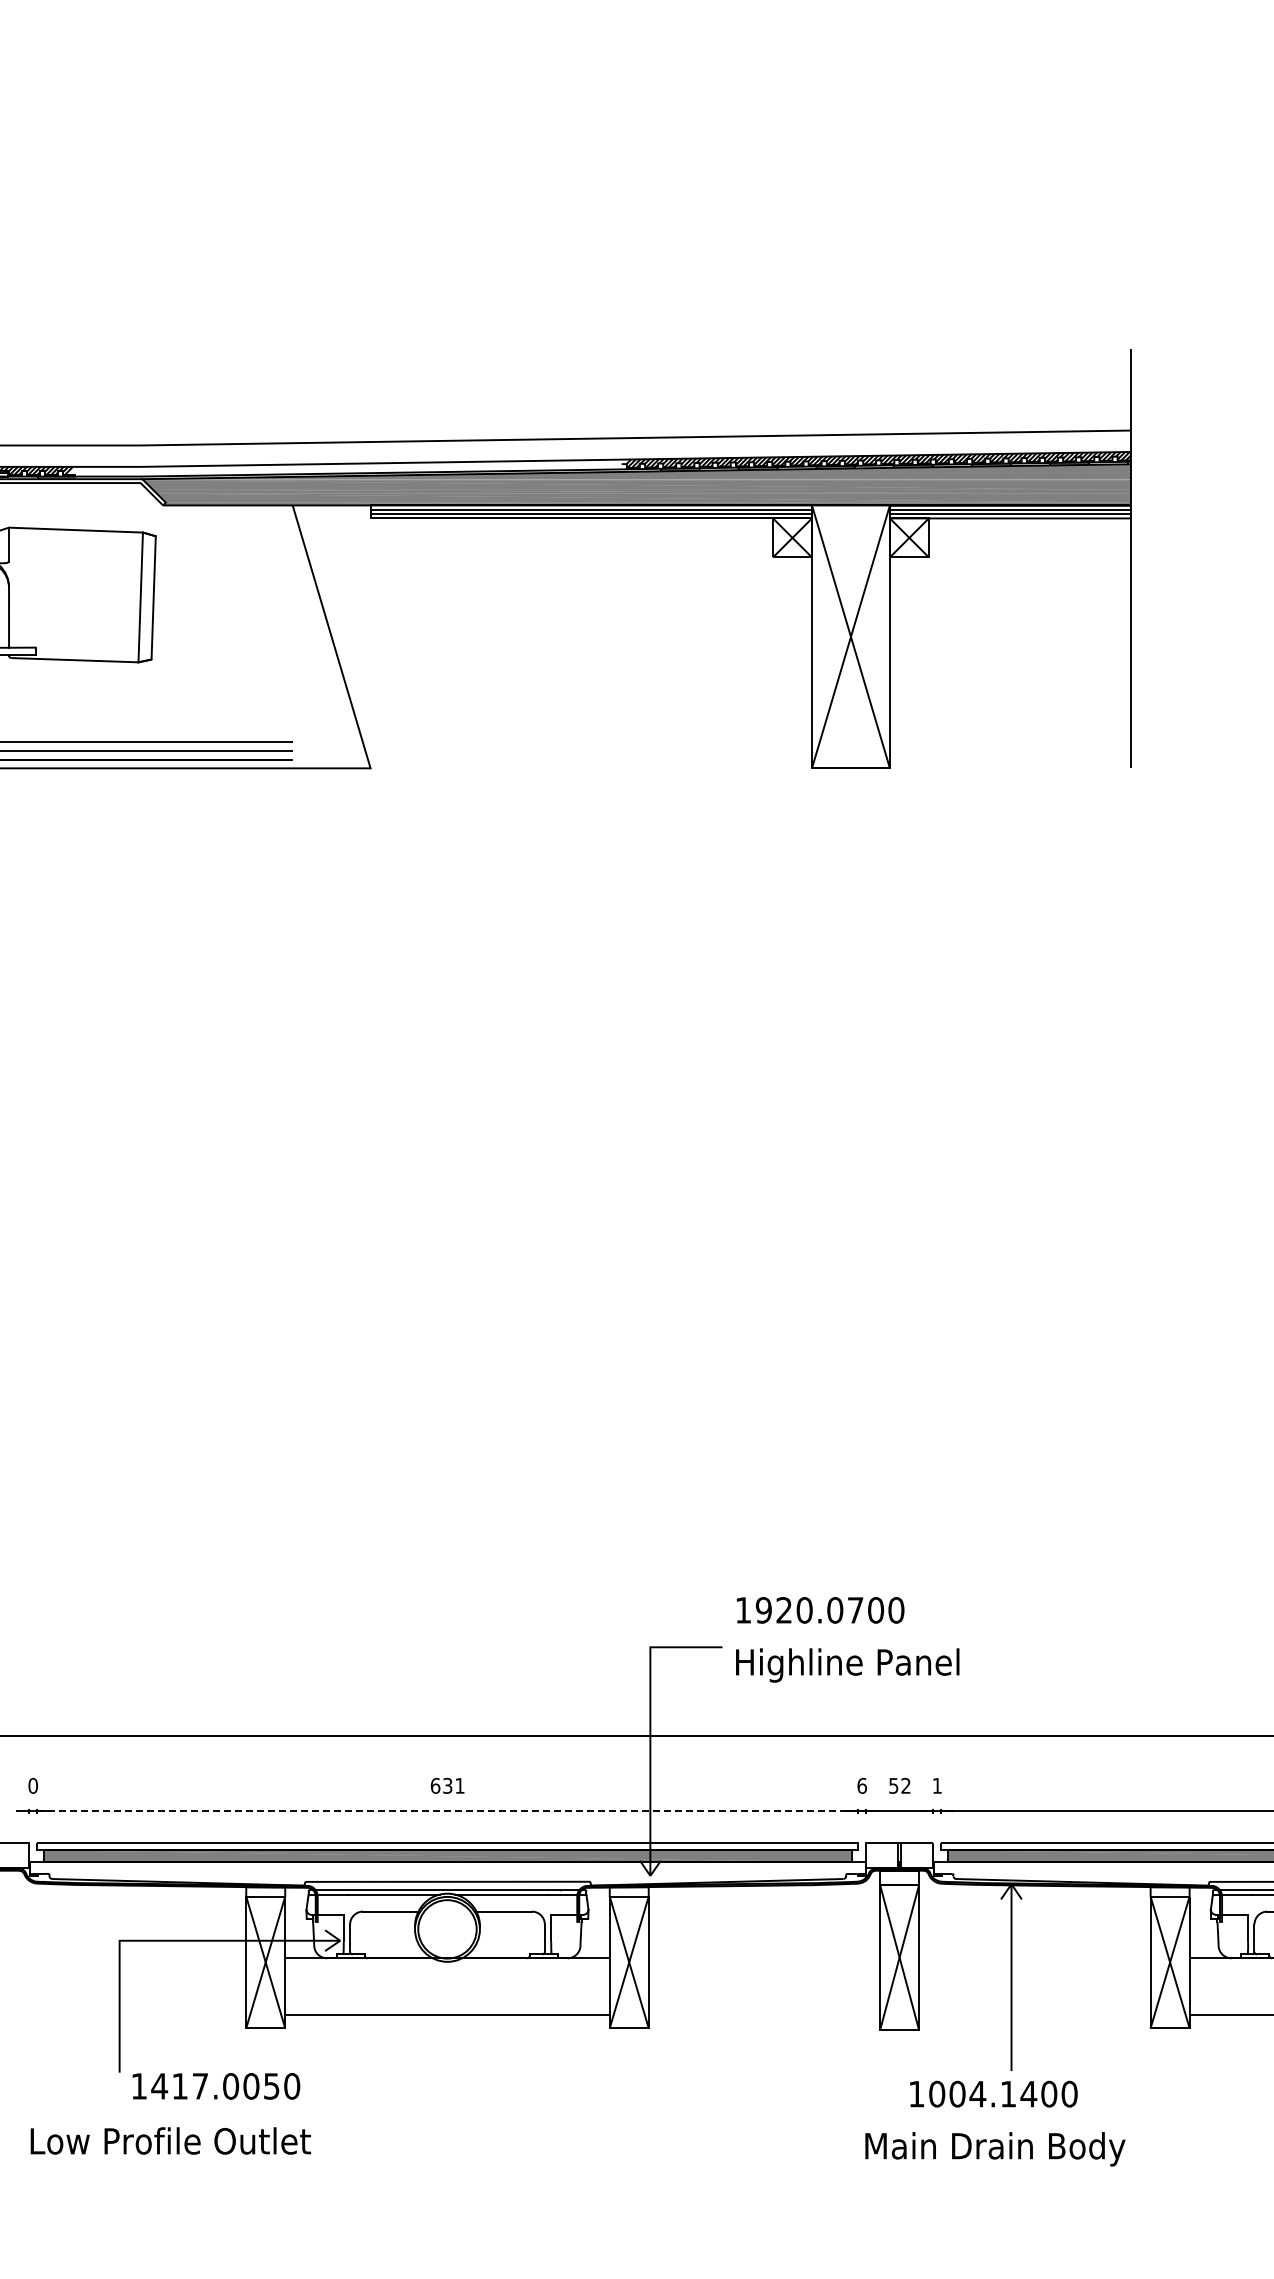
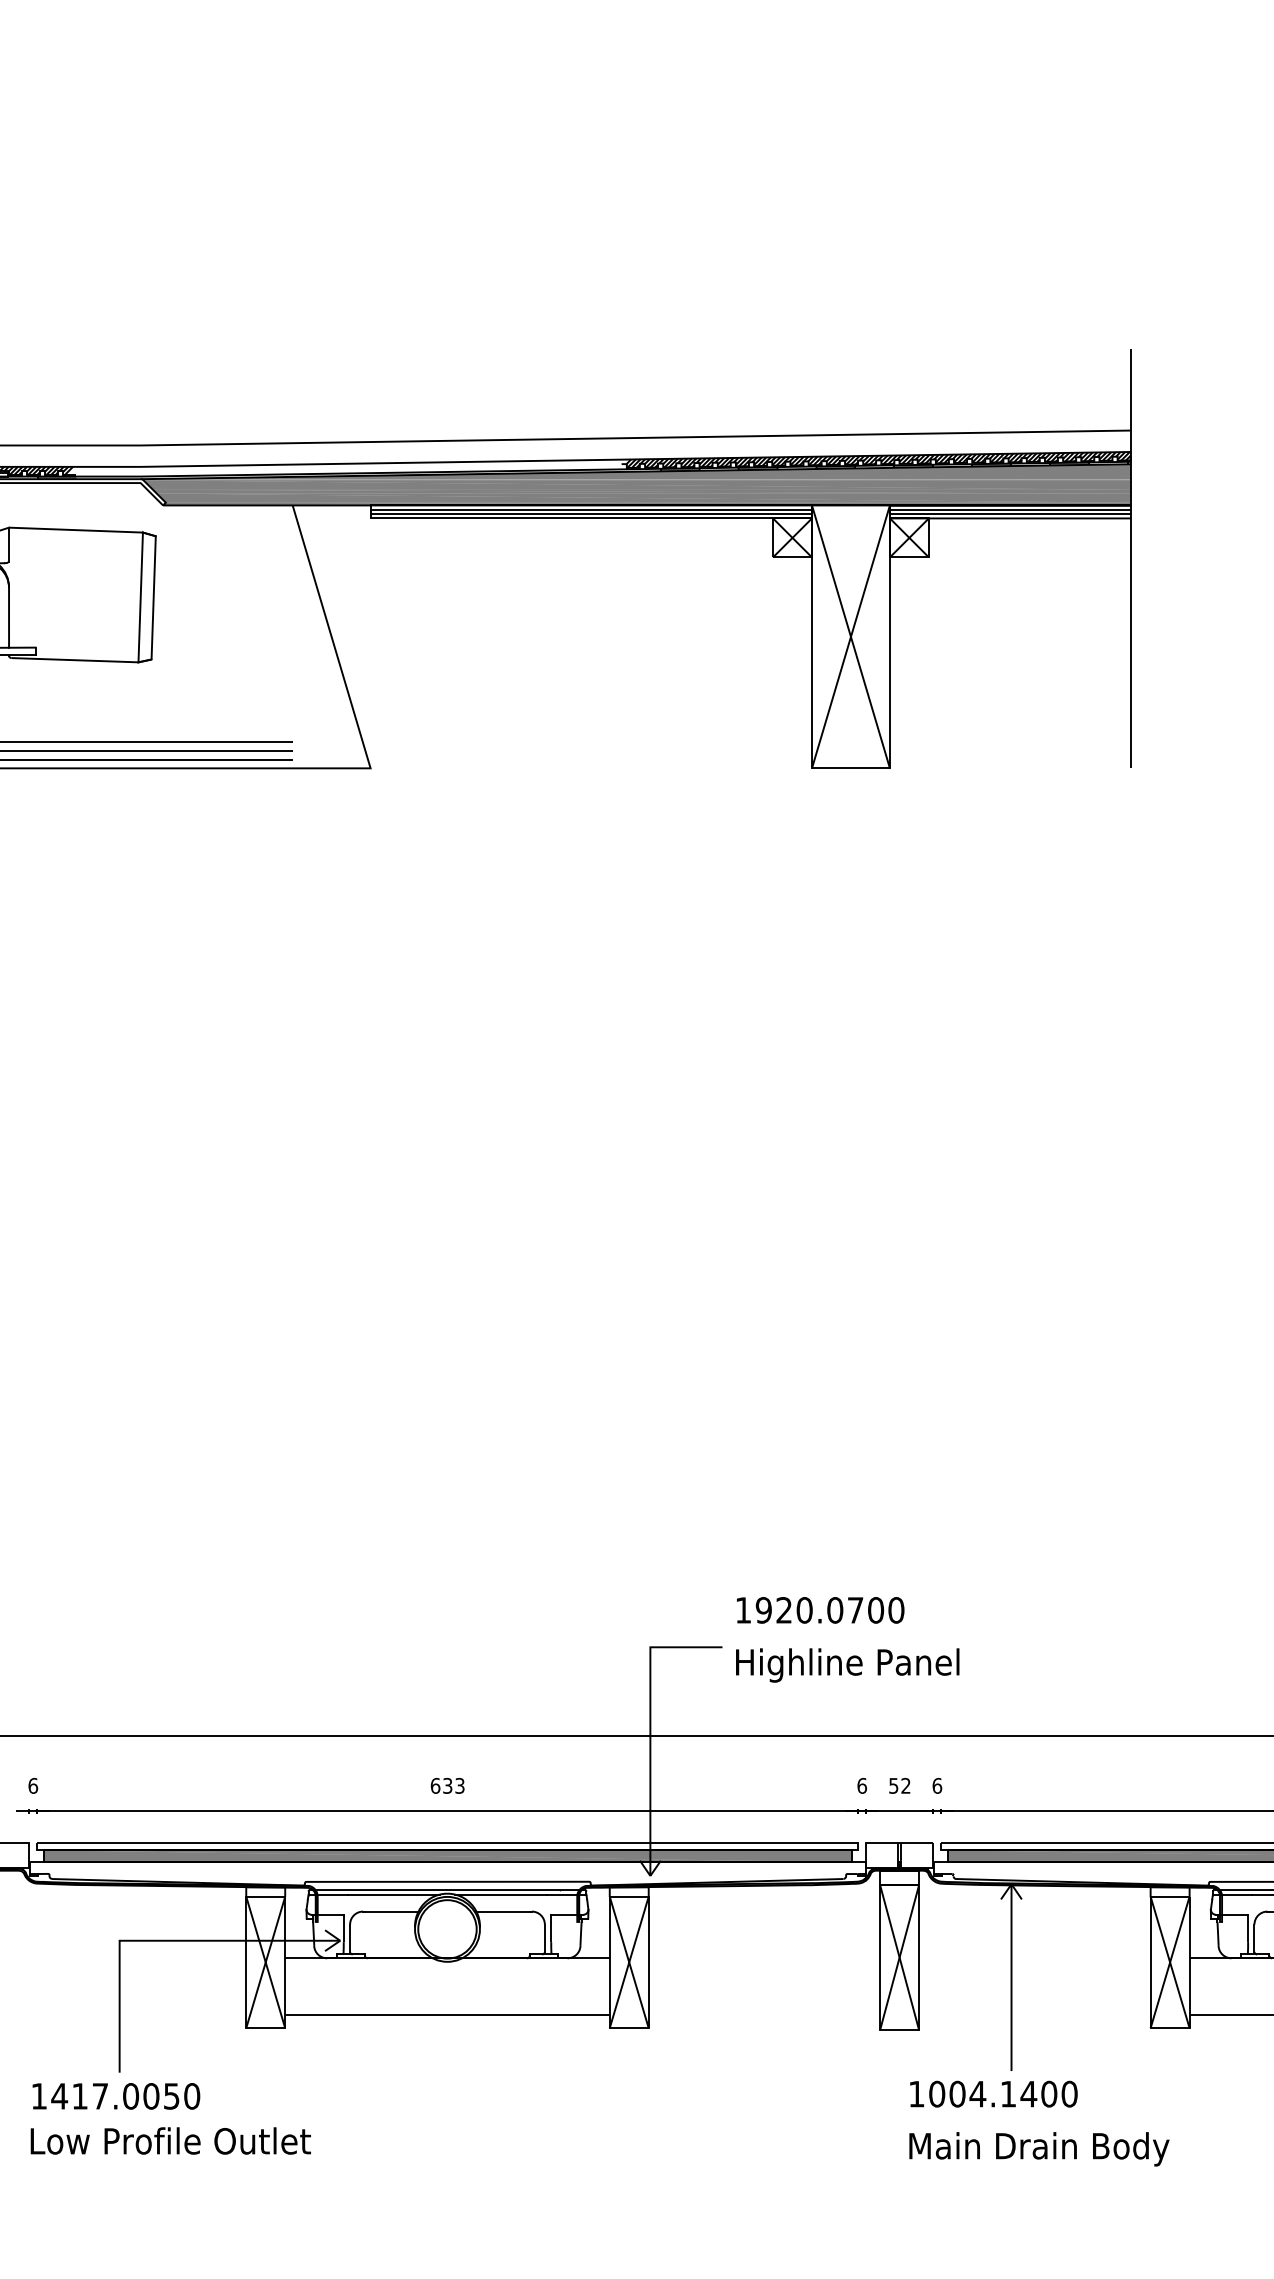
text at (33, 1785): 0 -> 6
text at (459, 1785): 631 -> 633
text at (937, 1785): 1 -> 6
line at (447, 1811): dashed -> solid
text at (216, 2086) position: (216, 2086) -> (116, 2096)
text at (995, 2149) position: (995, 2149) -> (1039, 2149)
